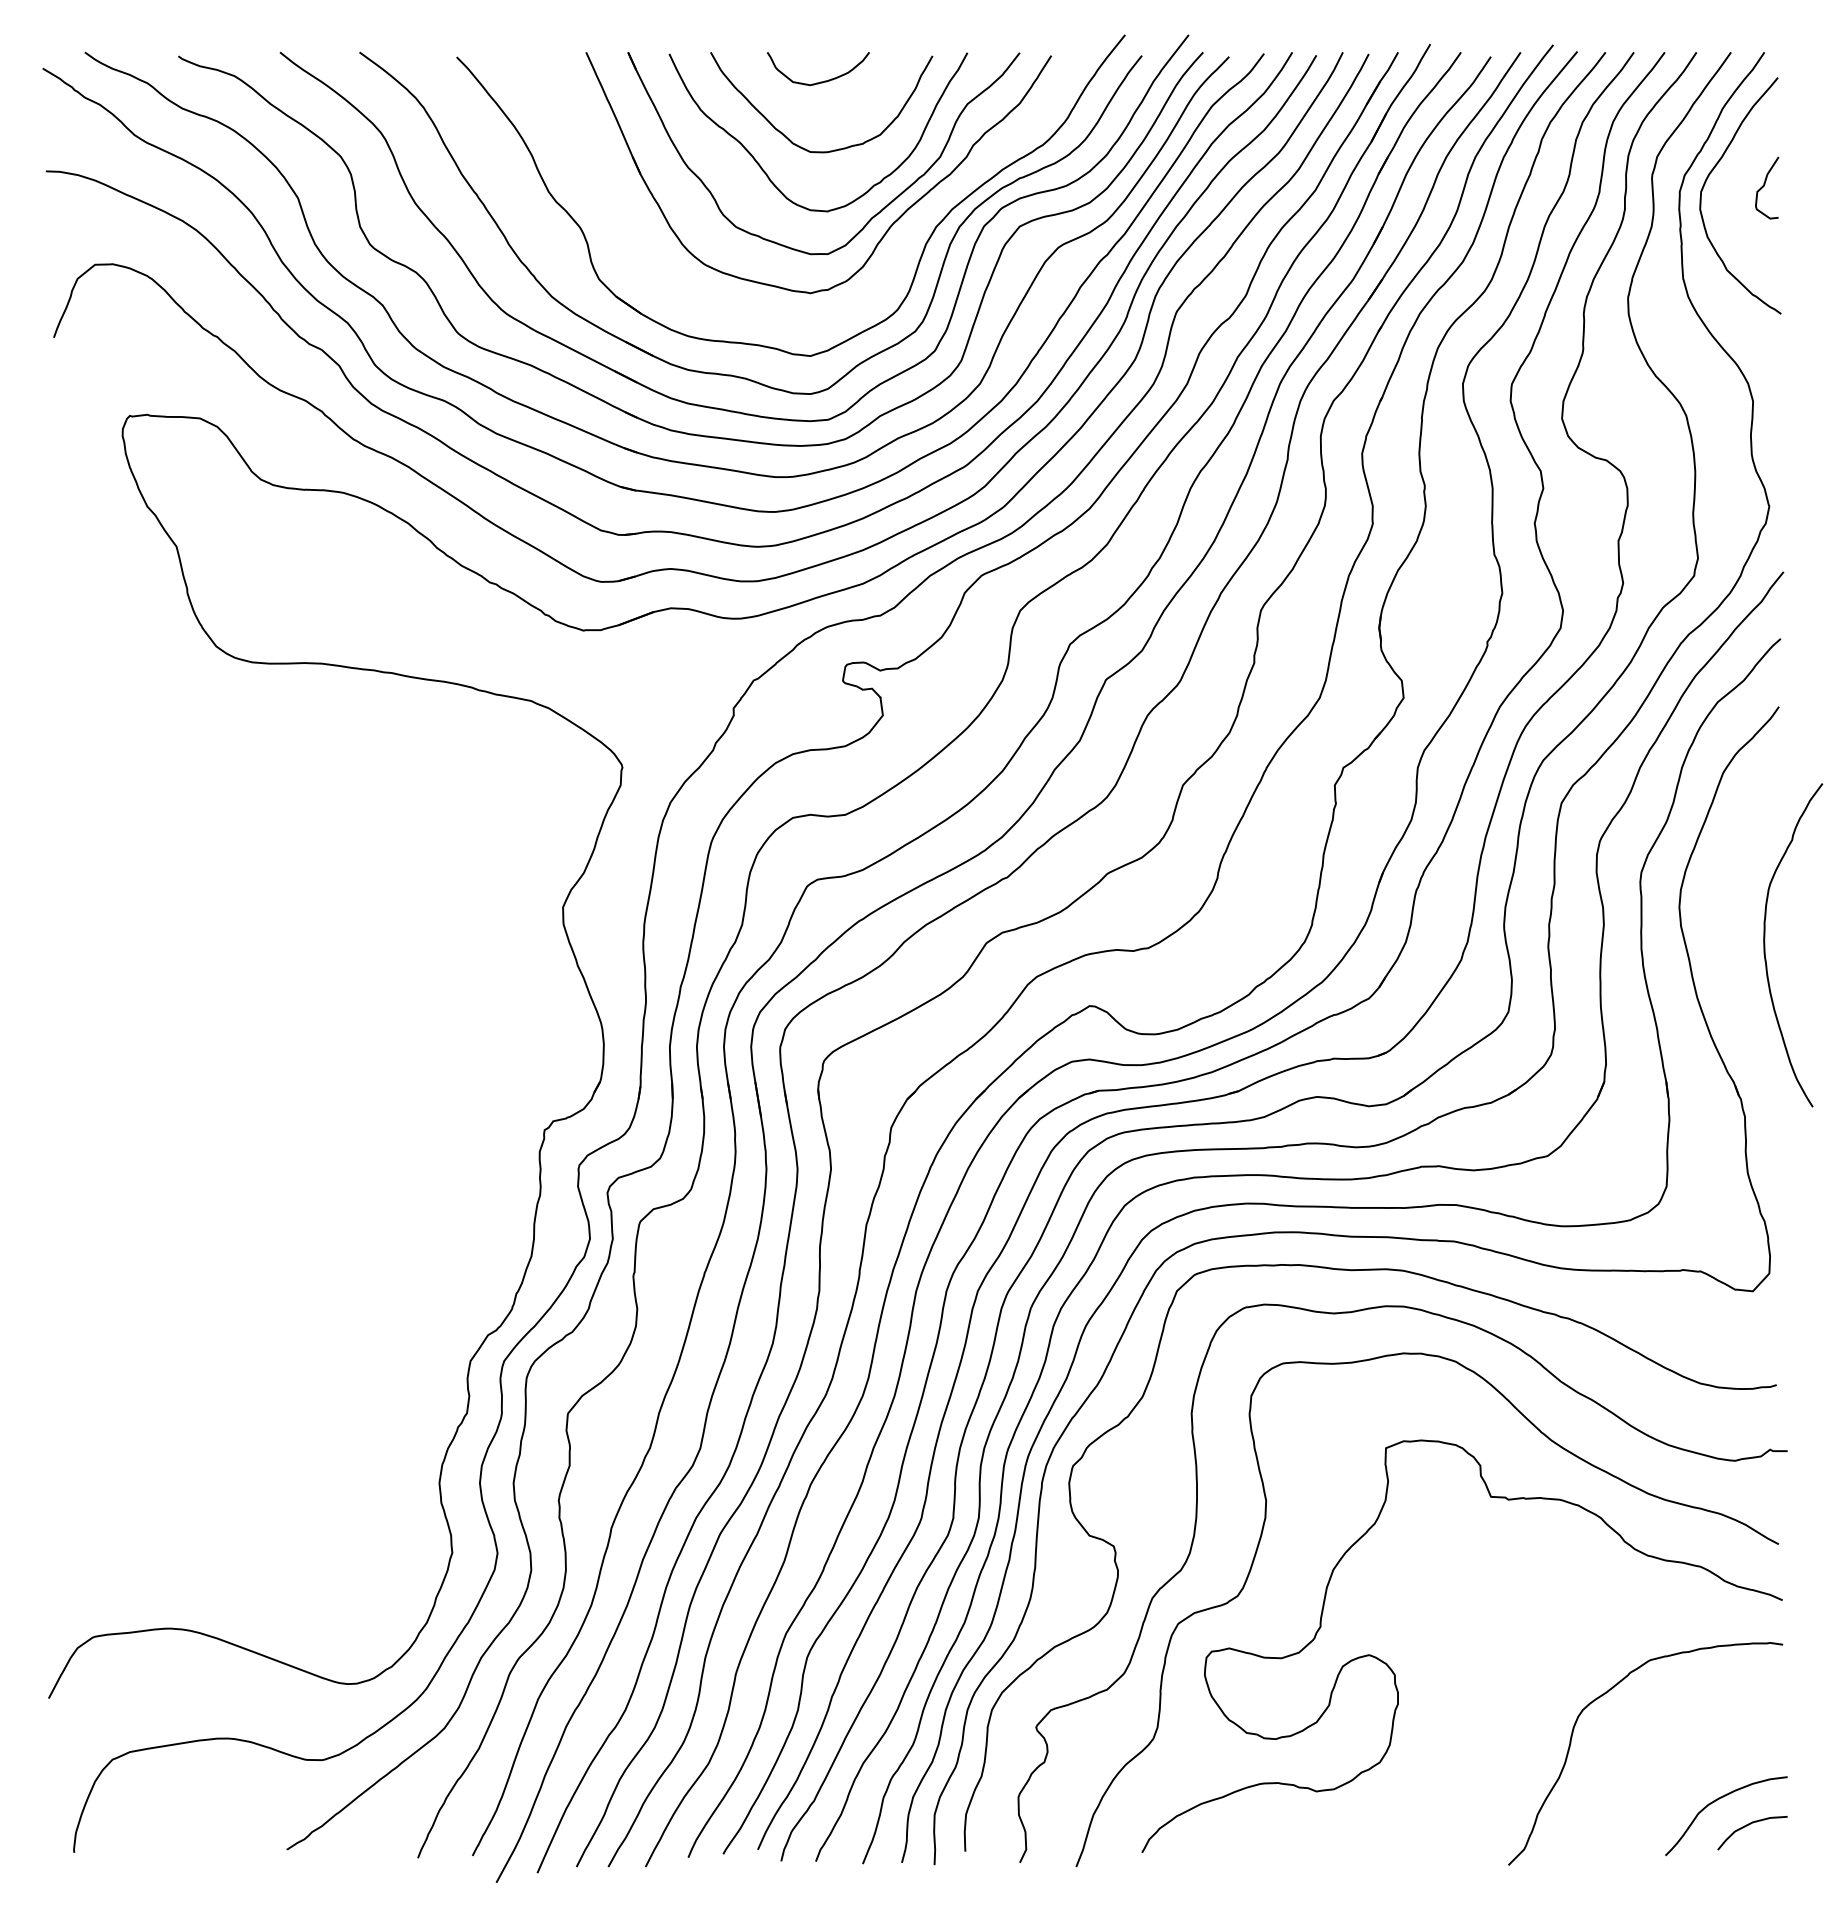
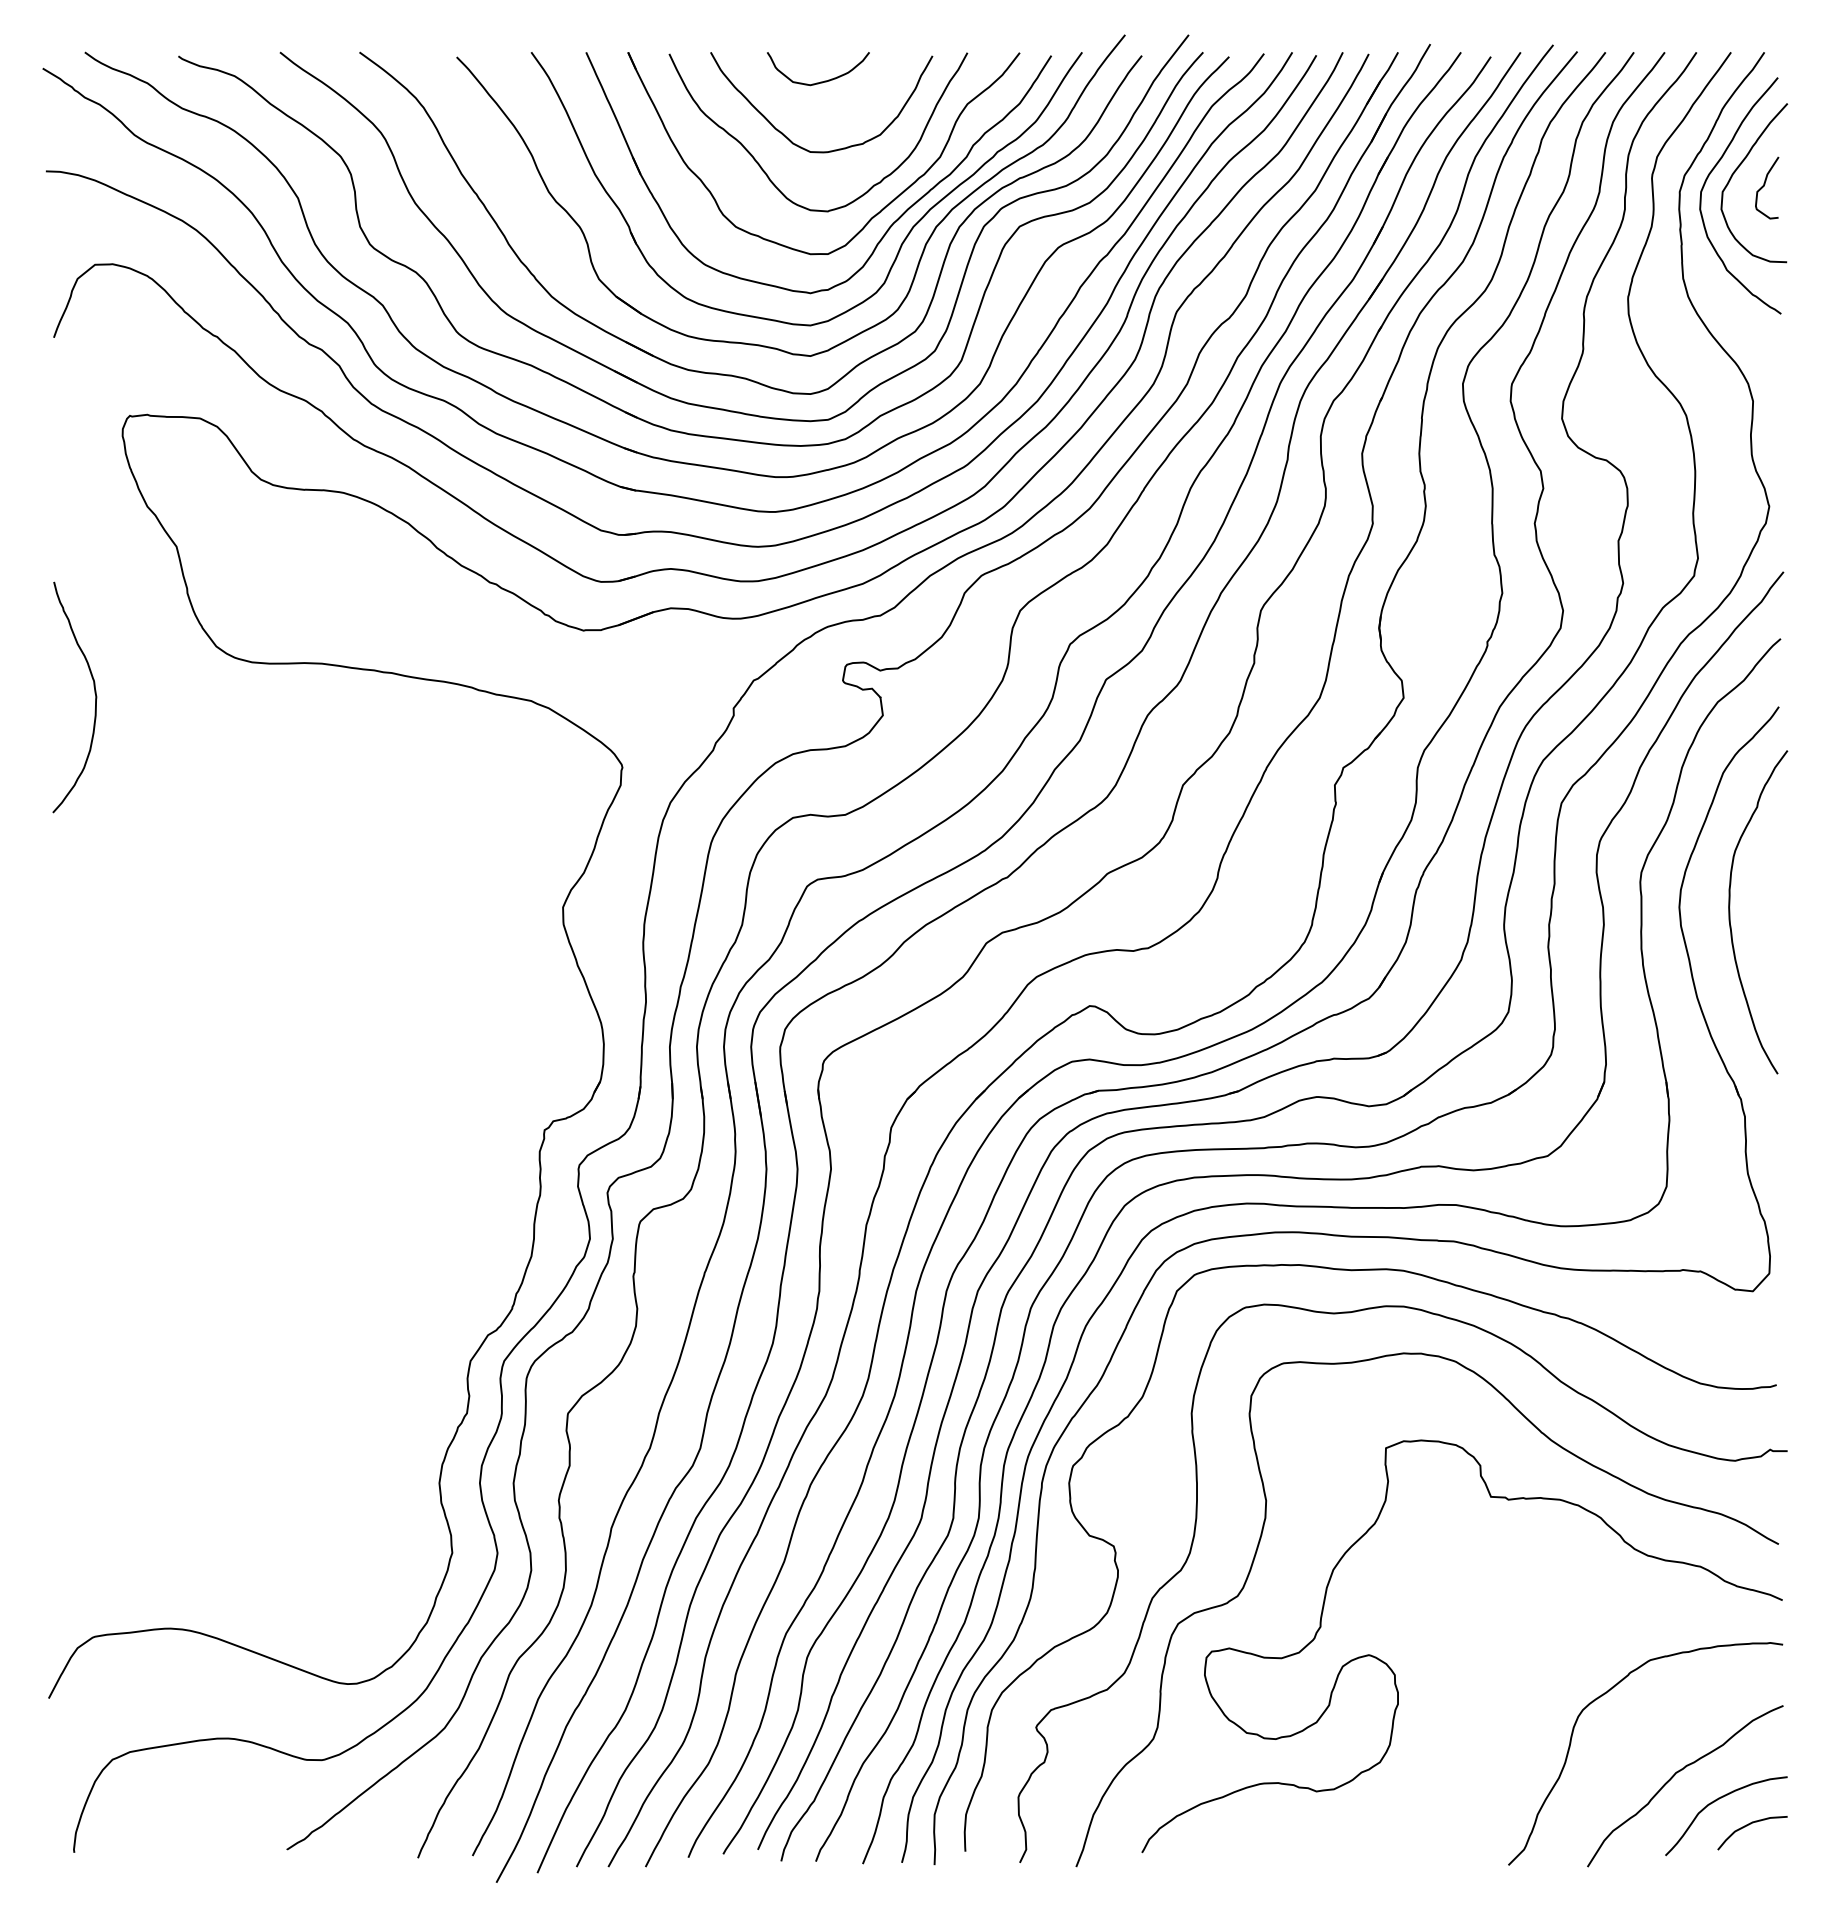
curve at (1739, 167): none -> present
part at (902, 241): none -> present
curve at (94, 693): none -> present
curve at (1765, 945) position: (1765, 945) -> (1730, 912)
curve at (1675, 1775): none -> present
